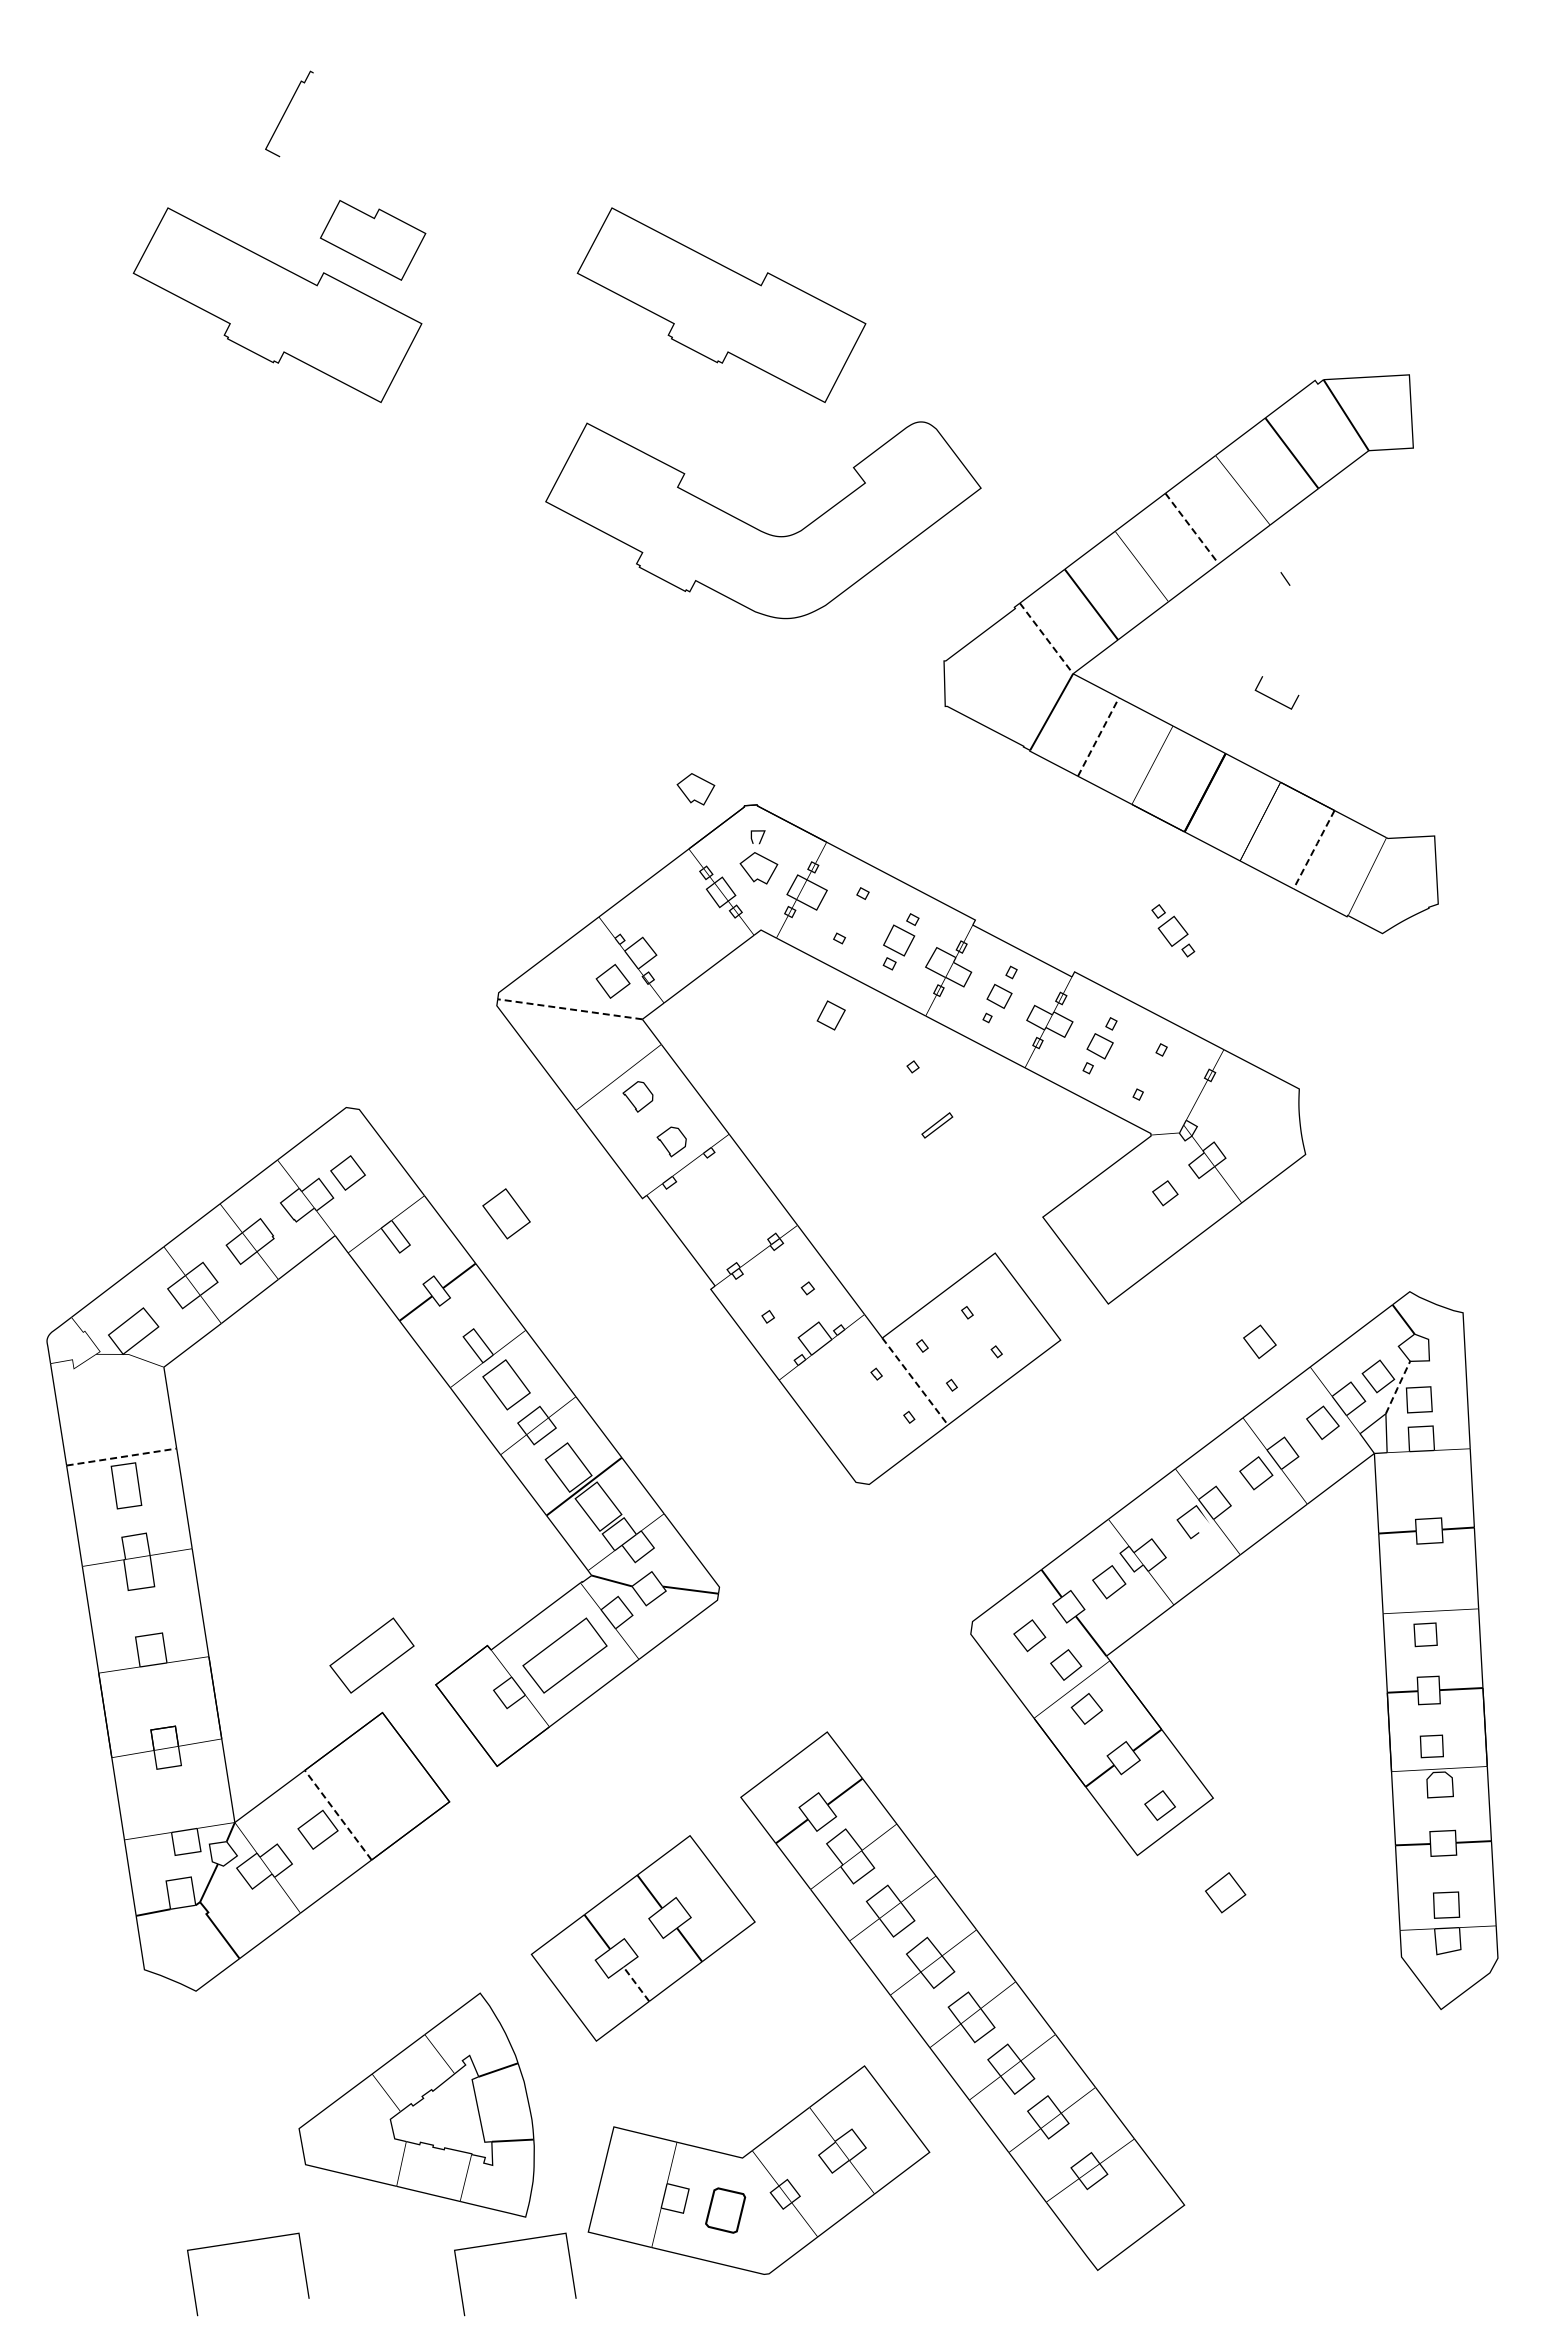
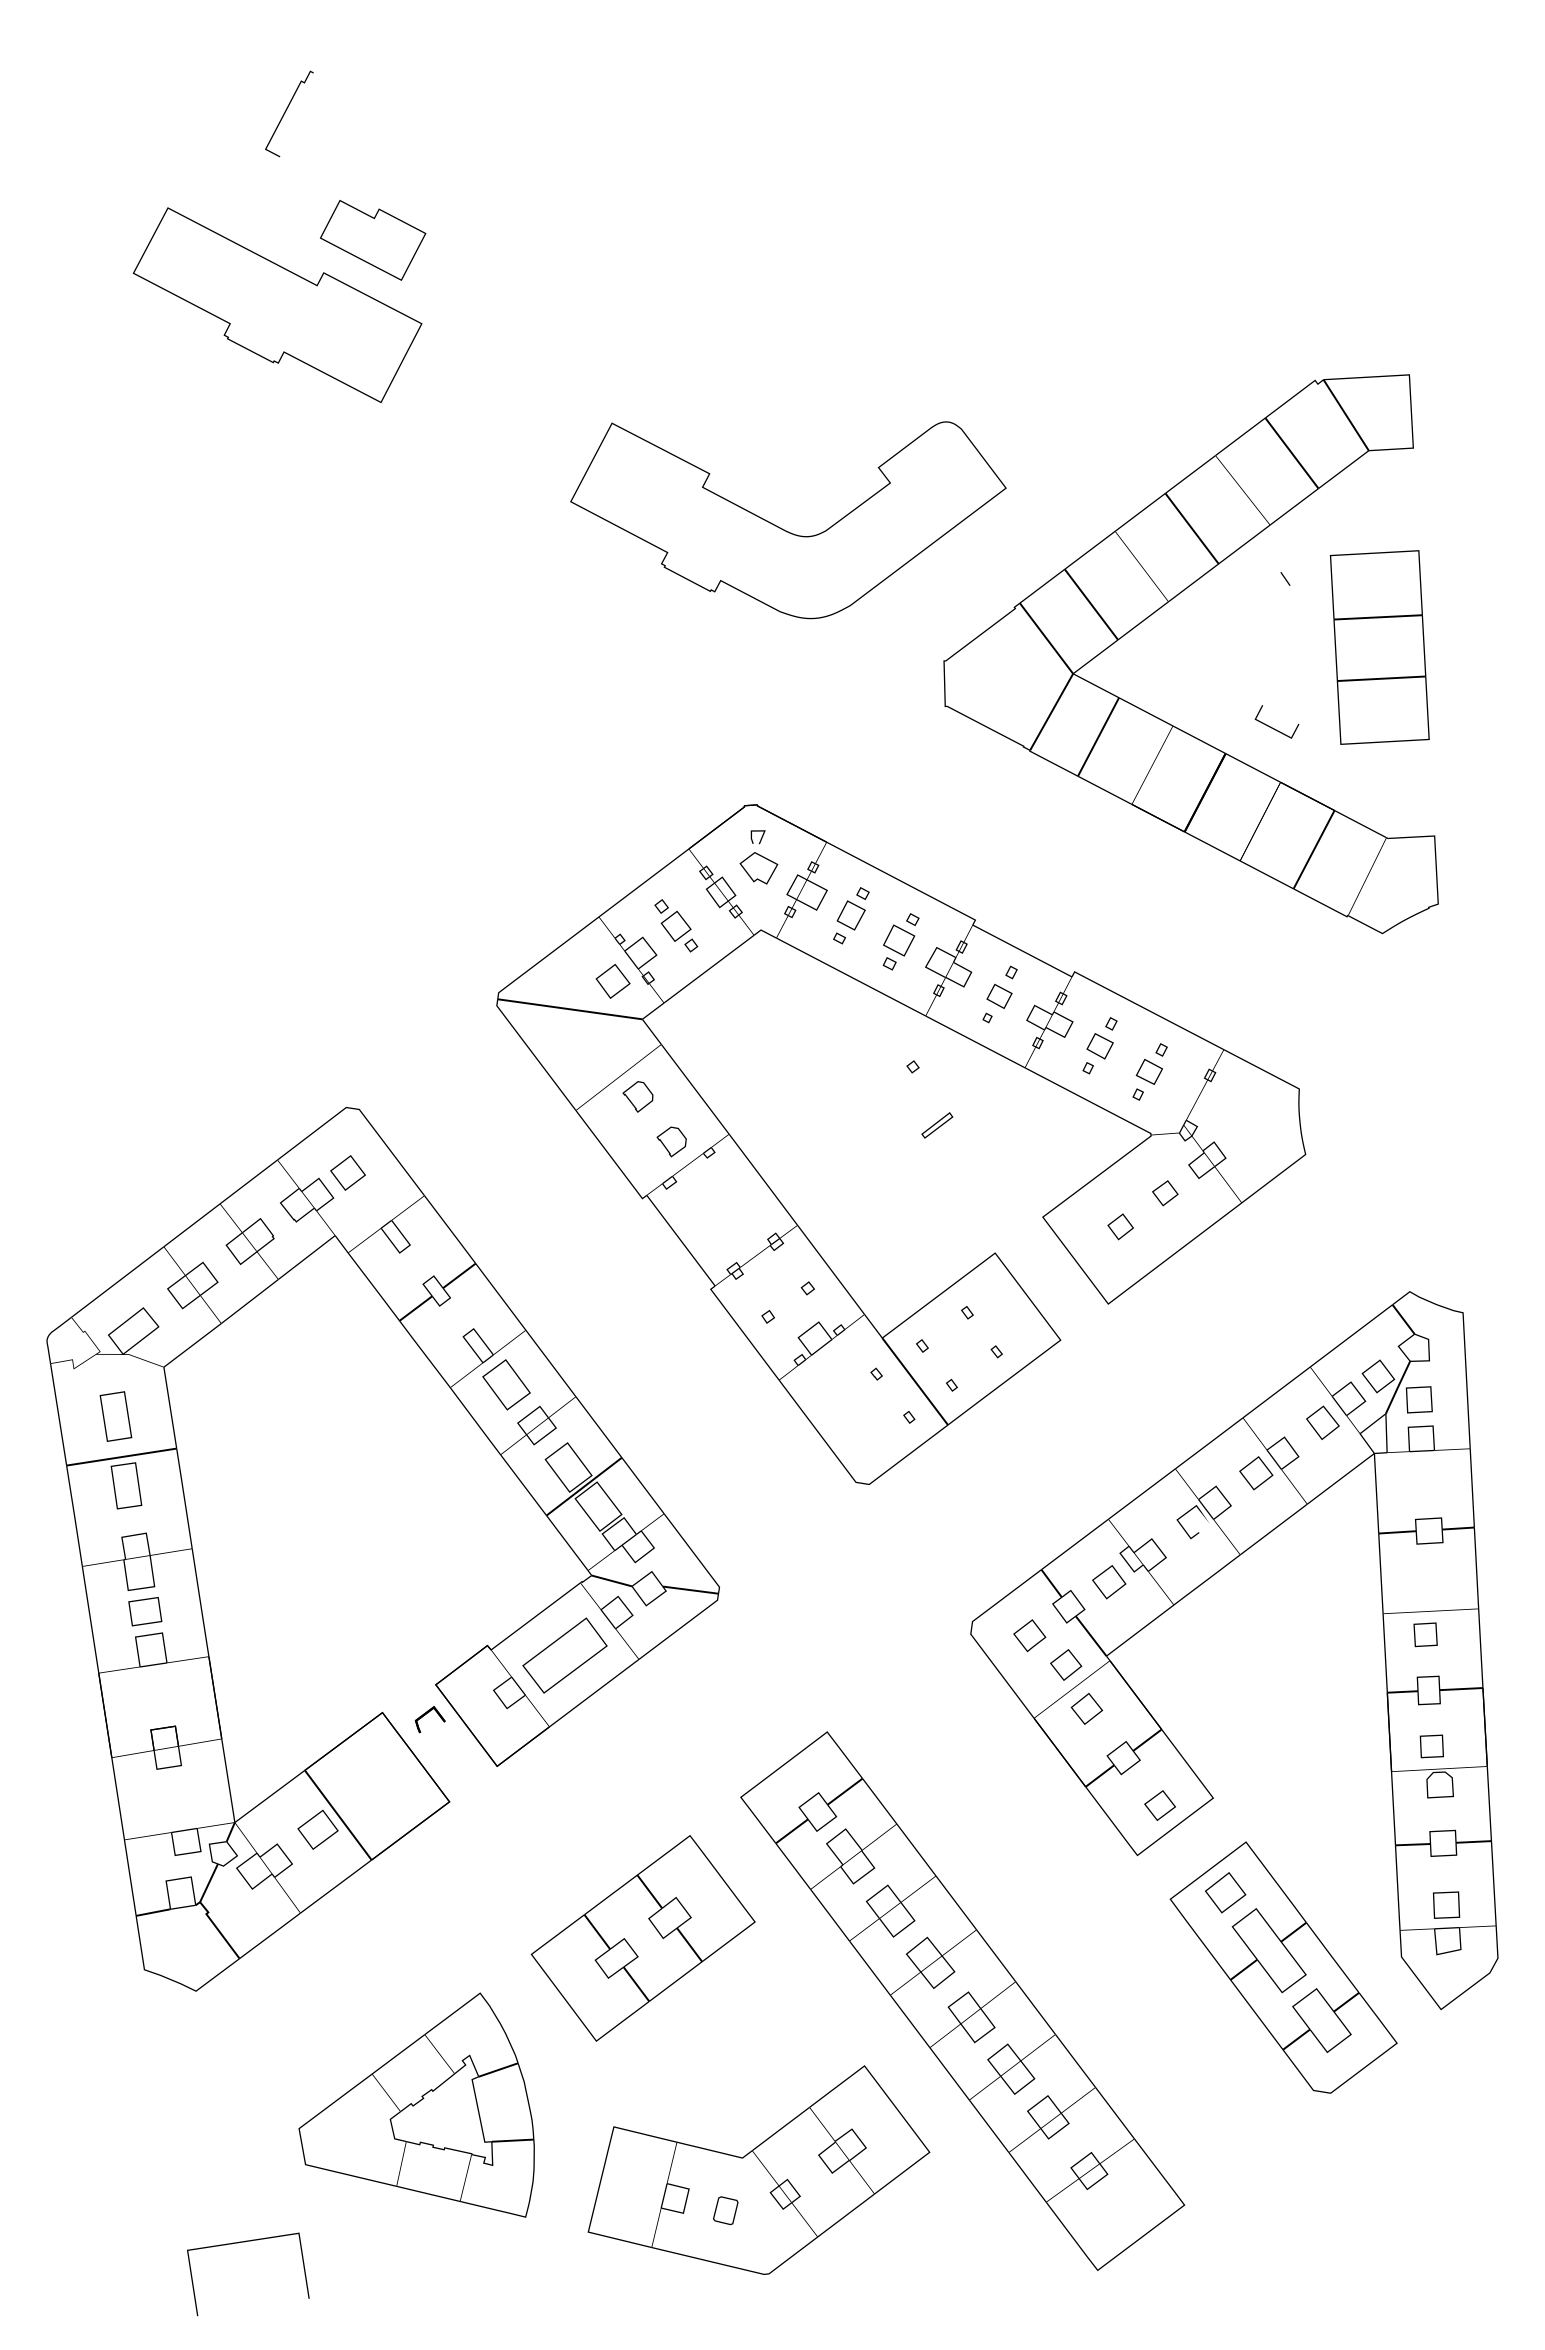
part at (721, 304): present -> none
part at (759, 529) position: (759, 529) -> (784, 529)
line at (1192, 529): dashed -> solid
line at (1046, 638): dashed -> solid
part at (1379, 647): none -> present
part at (1272, 698) position: (1272, 698) -> (1272, 727)
line at (1098, 736): dashed -> solid
part at (695, 789): present -> none
line at (1314, 849): dashed -> solid
part at (1173, 930) position: (1173, 930) -> (676, 925)
line at (569, 1009): dashed -> solid
part at (830, 1015) position: (830, 1015) -> (850, 915)
part at (1148, 1071): none -> present
part at (506, 1213): present -> none
part at (1120, 1226): none -> present
part at (1259, 1341): present -> none
line at (915, 1381): dashed -> solid
line at (1397, 1388): dashed -> solid
part at (115, 1416): none -> present
line at (121, 1457): dashed -> solid
part at (145, 1611): none -> present
part at (371, 1655): present -> none
part at (429, 1719): none -> present
line at (338, 1815): dashed -> solid
part at (1283, 1967): none -> present
line at (636, 1983): dashed -> solid
part at (725, 2210) size: 42x47 px -> 26x30 px
curve at (512, 2242): present -> none
